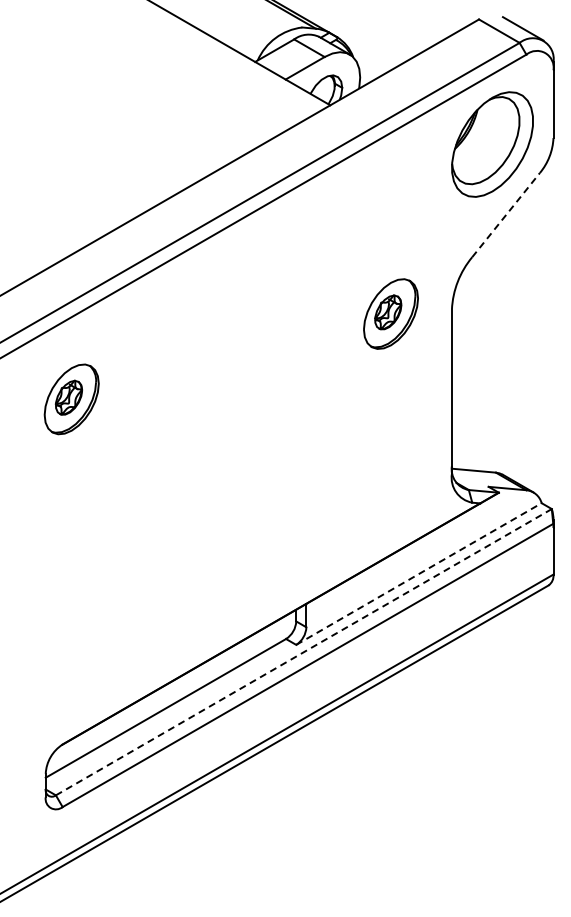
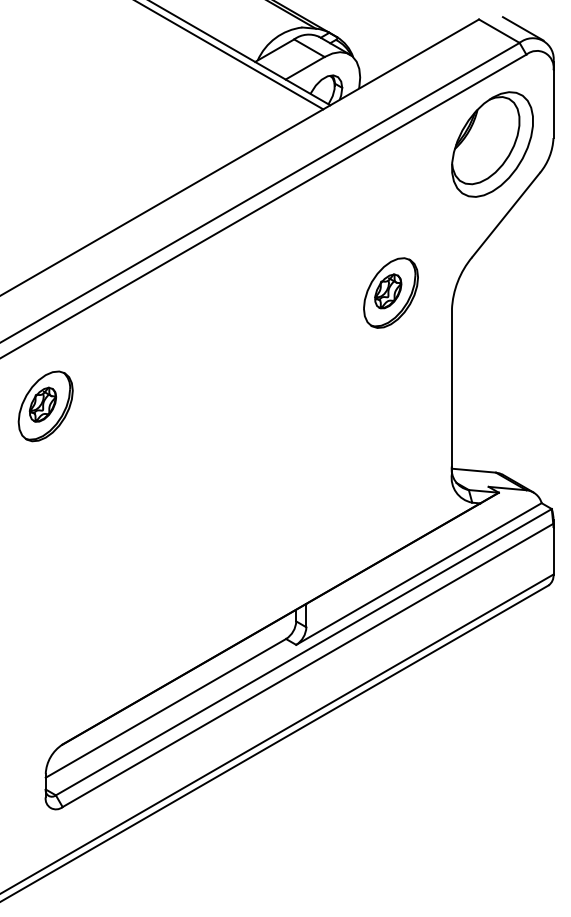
line at (230, 55): none -> present
line at (506, 214): dashed -> solid
part at (390, 313) position: (390, 313) -> (390, 292)
part at (71, 399) position: (71, 399) -> (45, 406)
line at (418, 574): dashed -> solid
line at (304, 651): dashed -> solid
